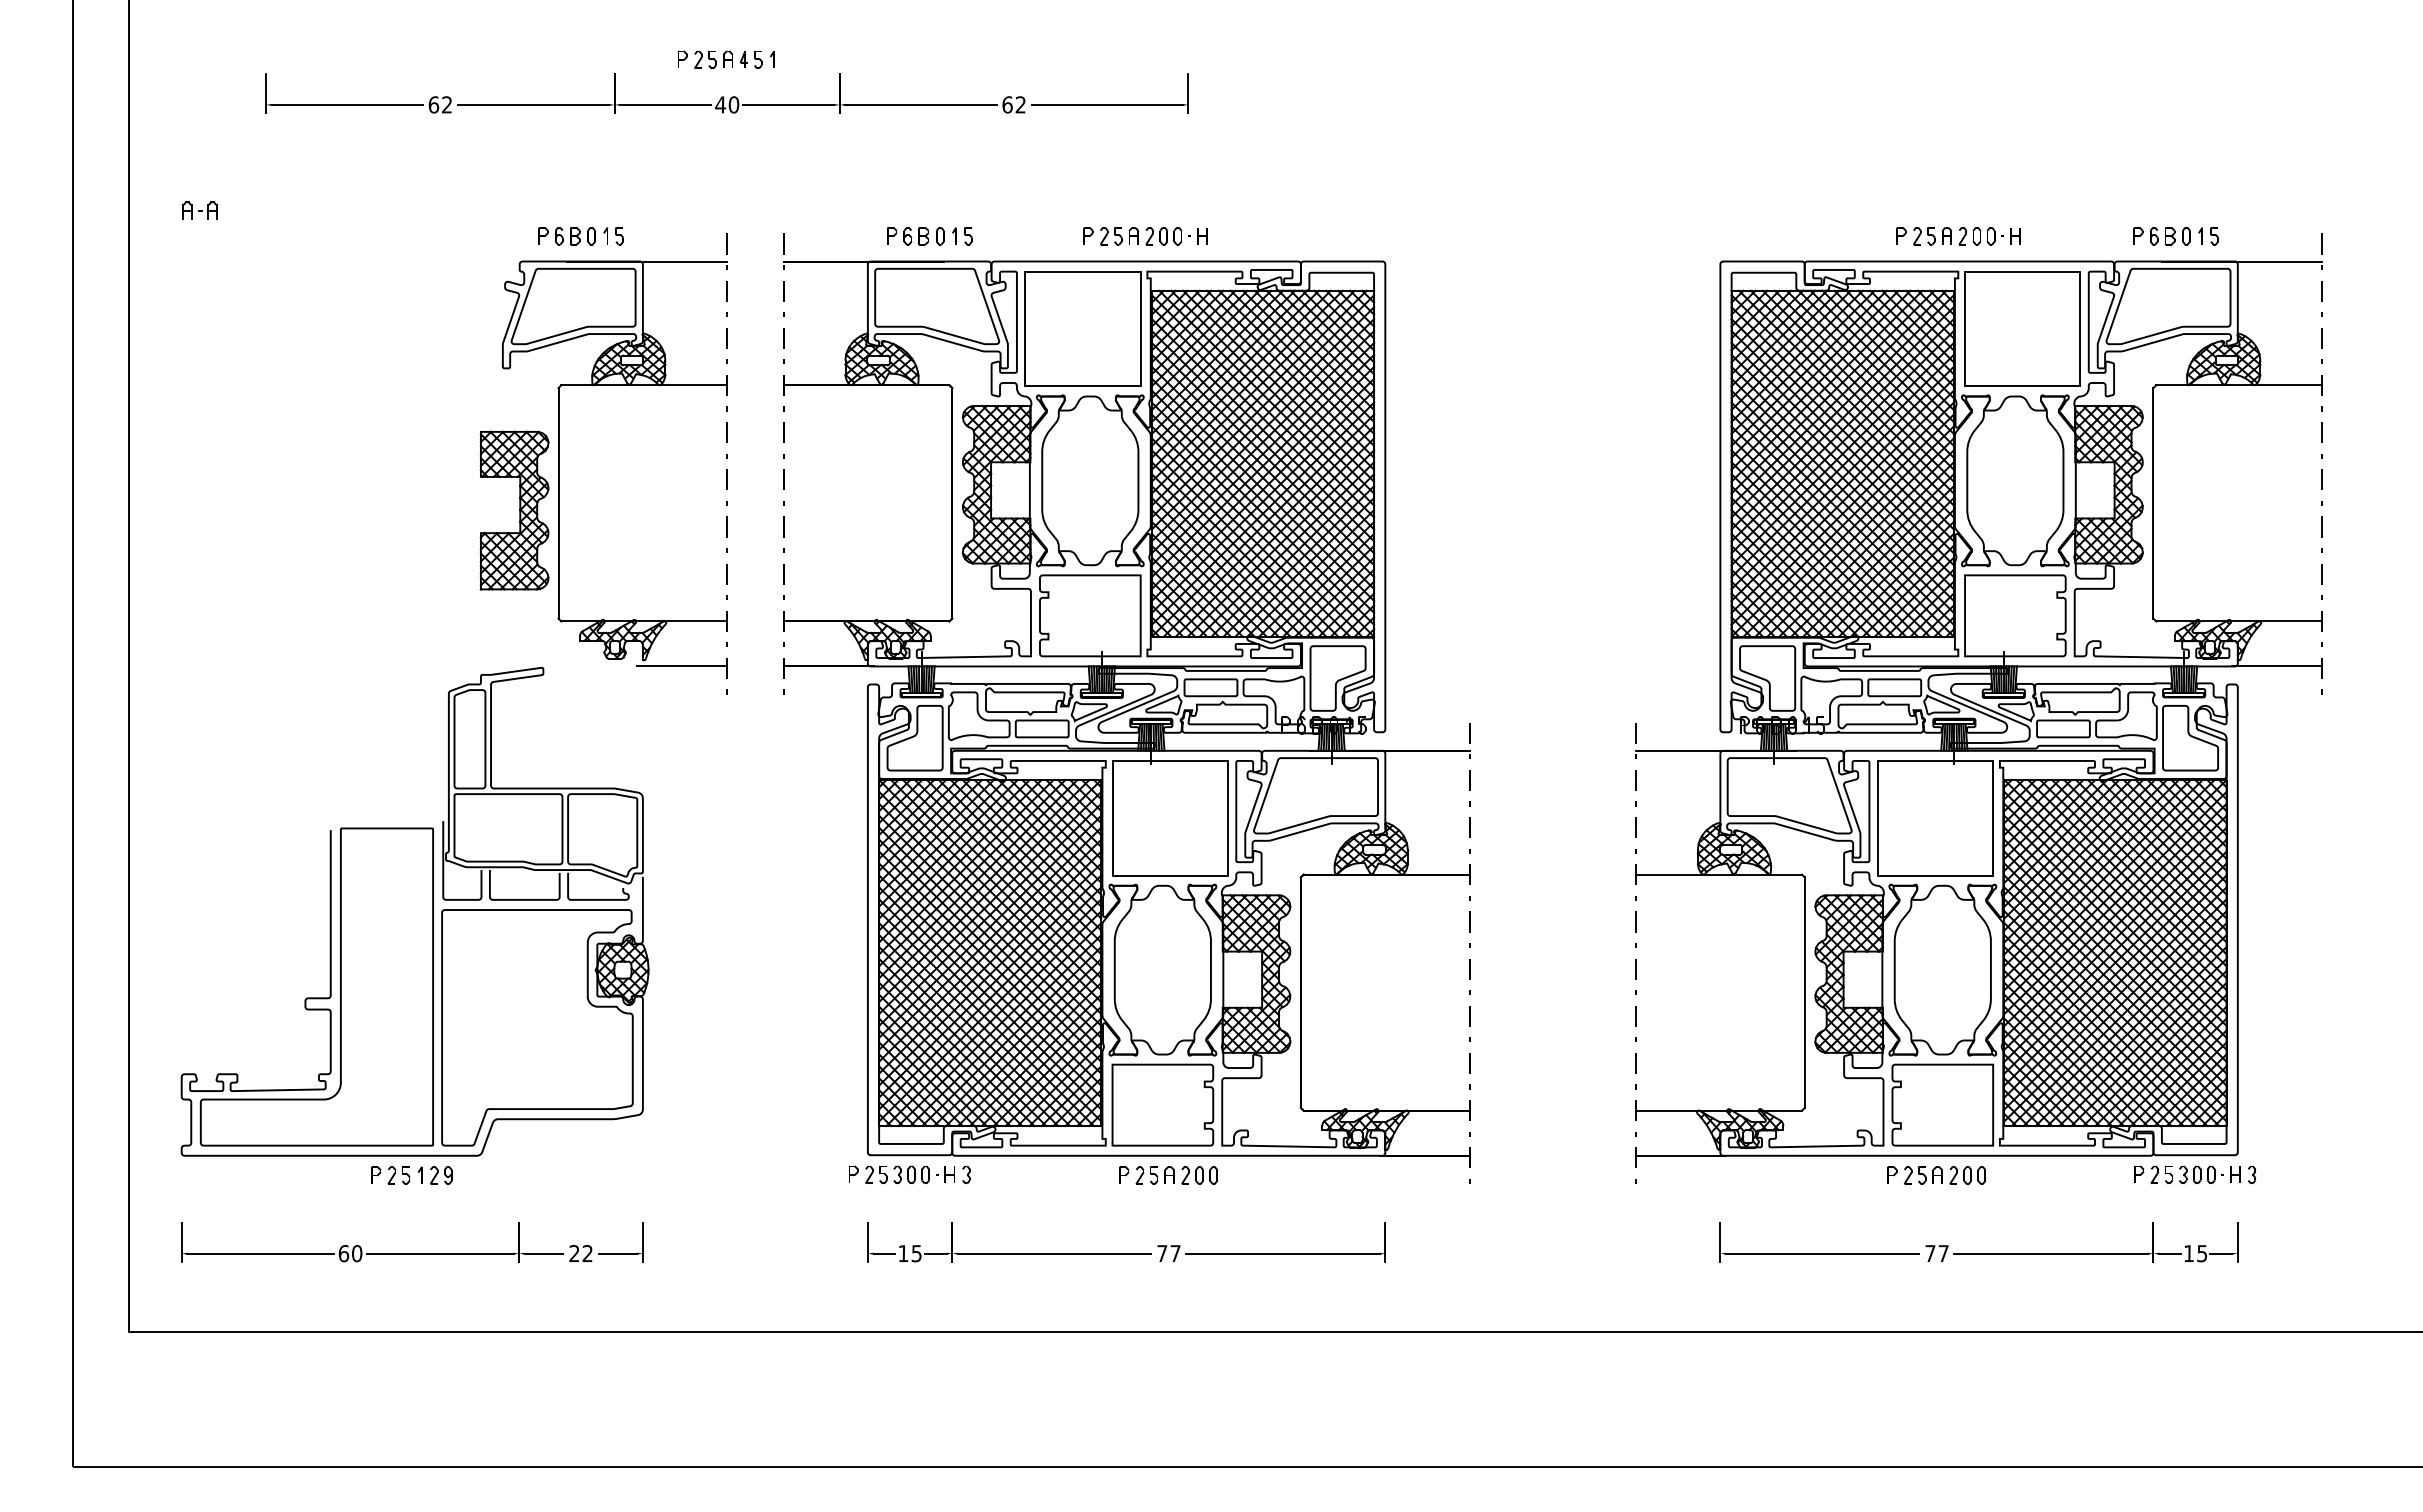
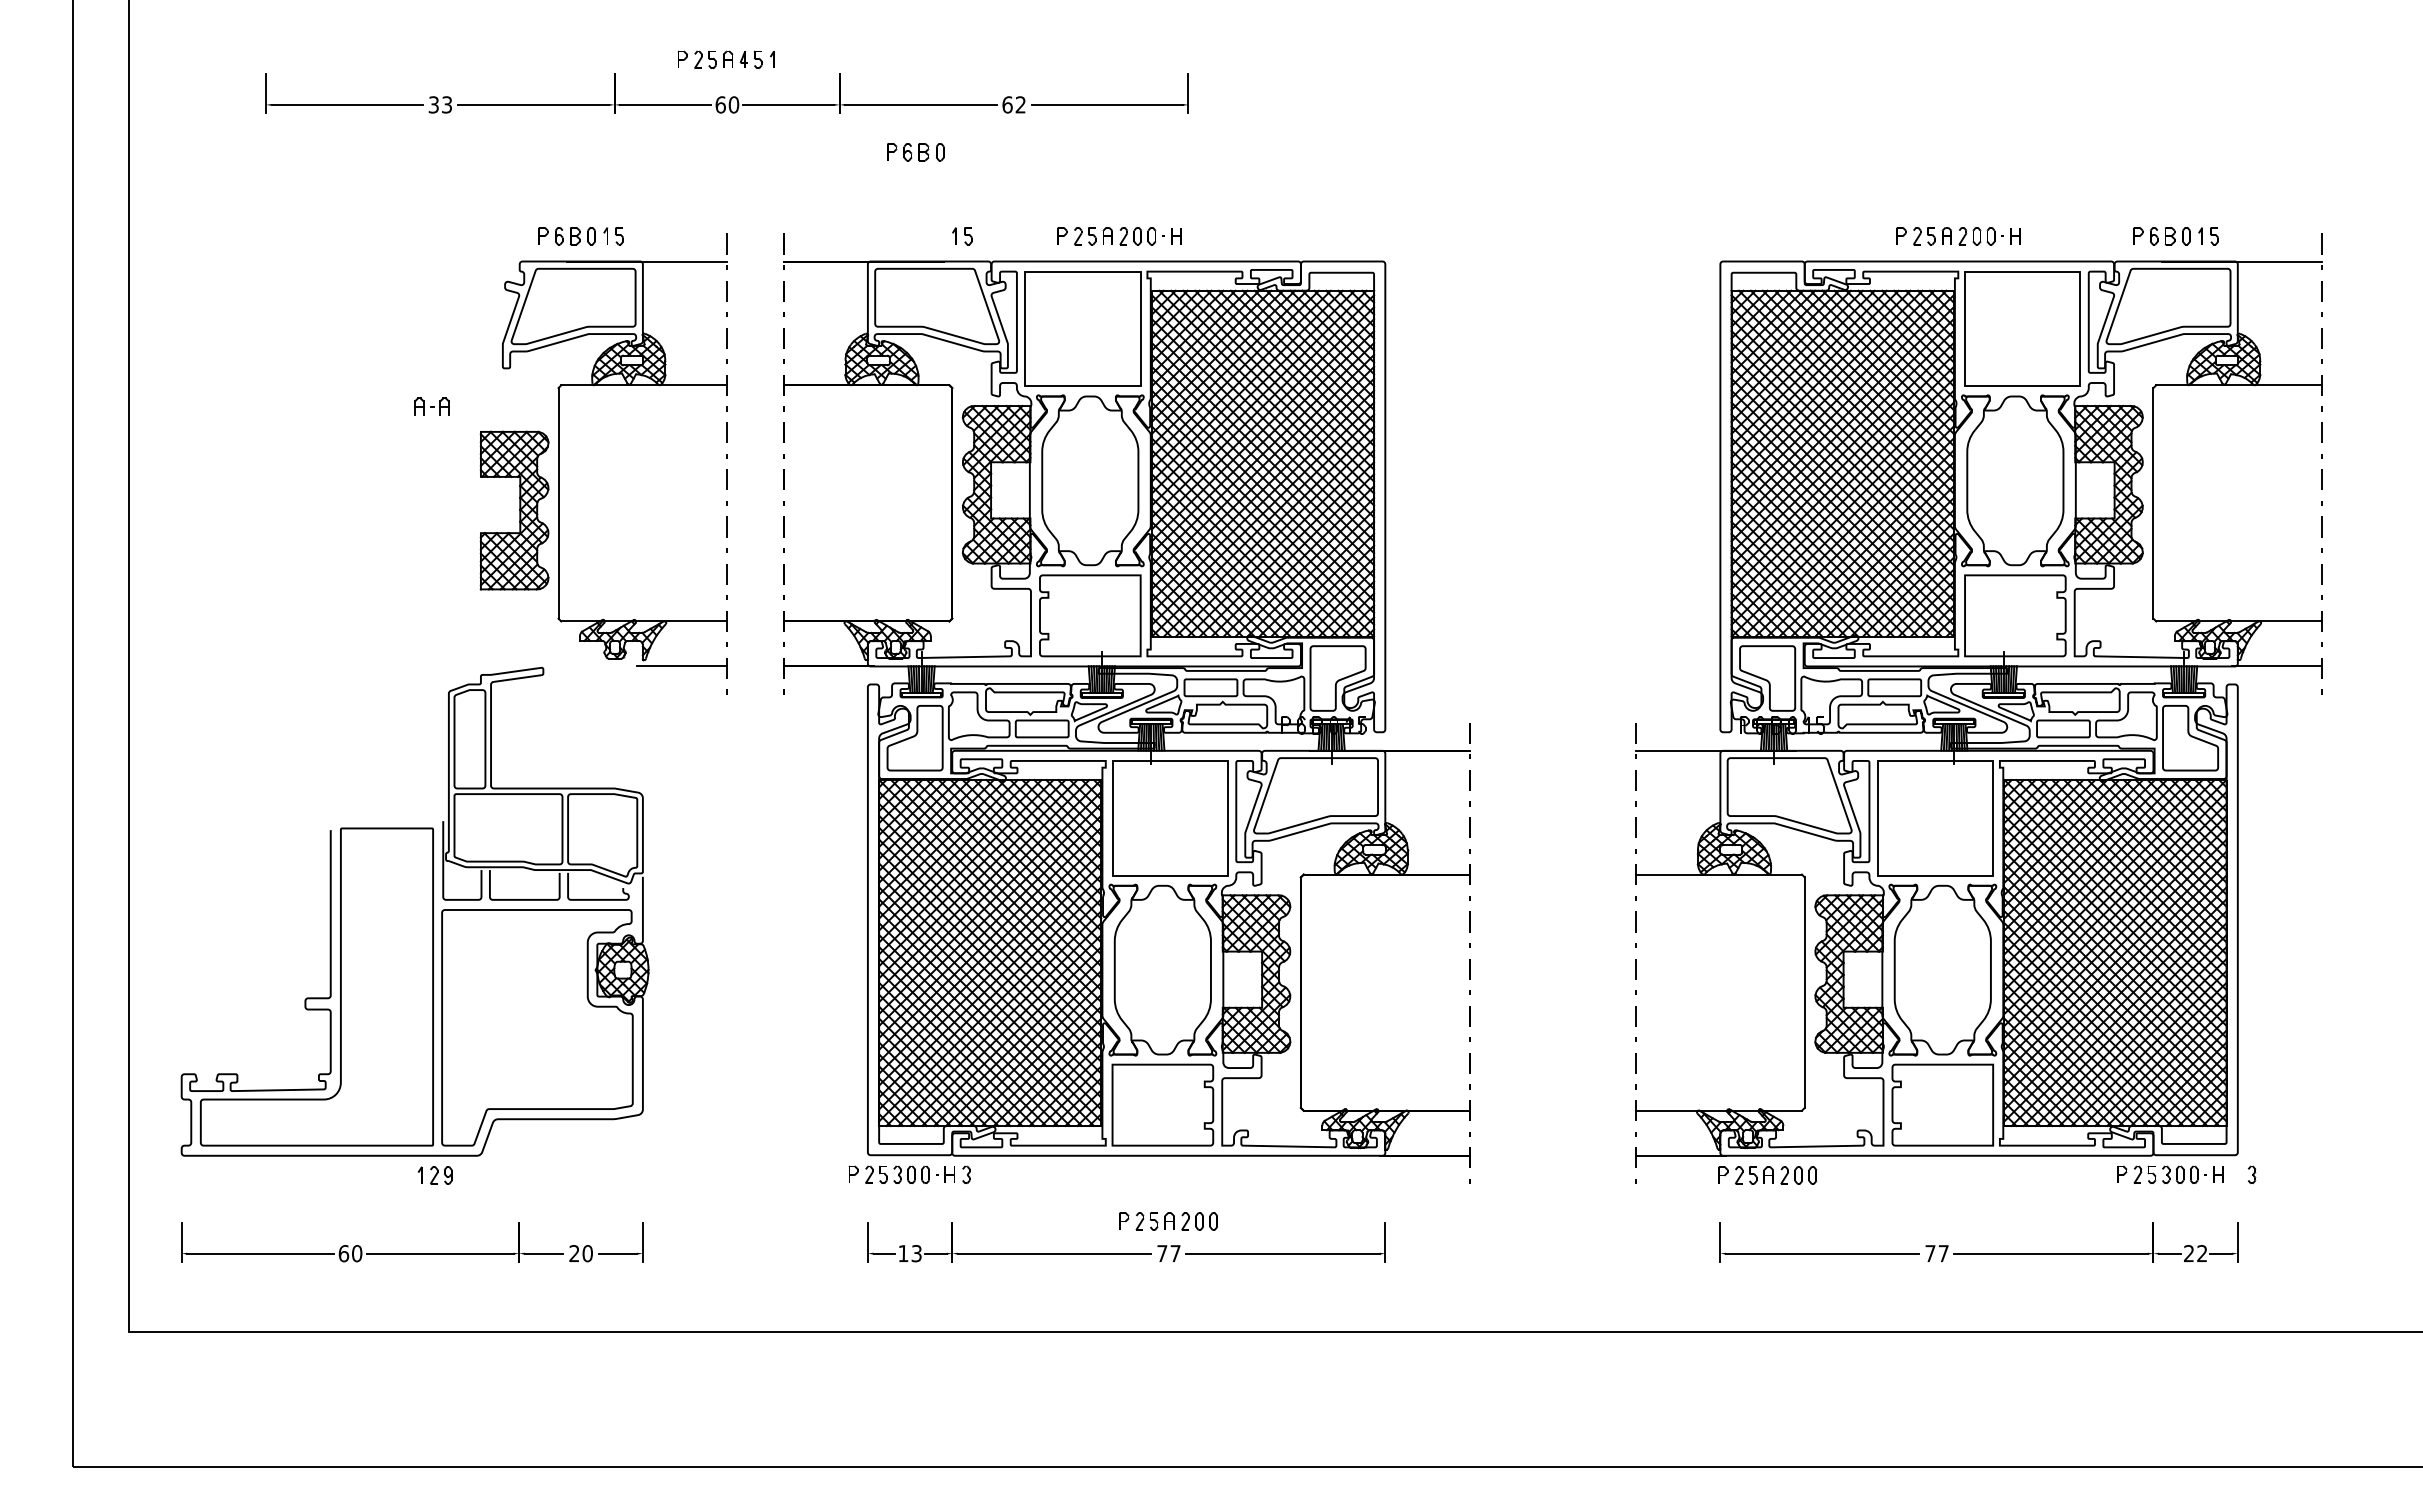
text at (439, 104): 62 -> 33
text at (720, 104): 40 -> 60
part at (199, 210) position: (199, 210) -> (431, 406)
part at (915, 236) position: (915, 236) -> (915, 152)
part at (1145, 236) position: (1145, 236) -> (1119, 236)
part at (2187, 1174) position: (2187, 1174) -> (2170, 1174)
part at (390, 1175): present -> none
part at (1168, 1175) position: (1168, 1175) -> (1168, 1221)
part at (1936, 1175) position: (1936, 1175) -> (1767, 1175)
text at (587, 1253): 22 -> 20
text at (916, 1253): 15 -> 13
text at (2195, 1253): 15 -> 22
